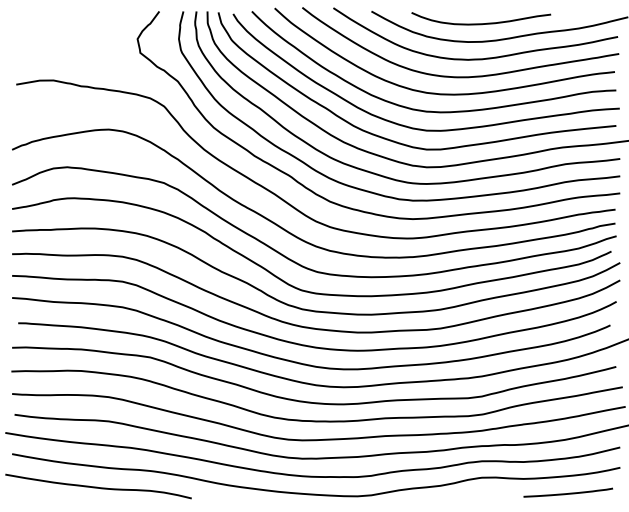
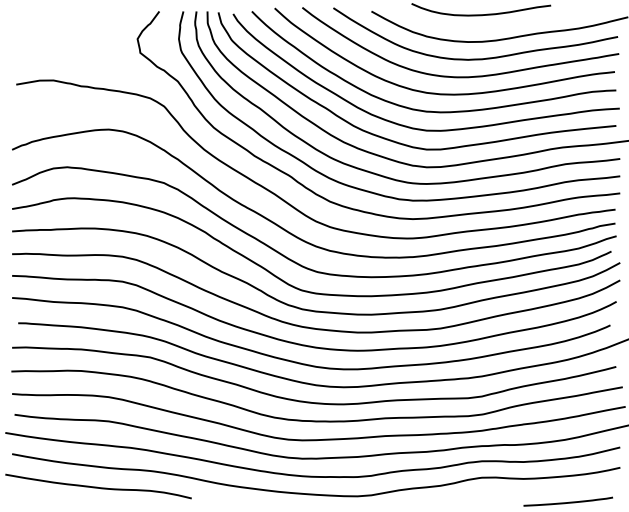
curve at (481, 23) position: (481, 23) -> (481, 14)
curve at (567, 493) position: (567, 493) -> (567, 502)
